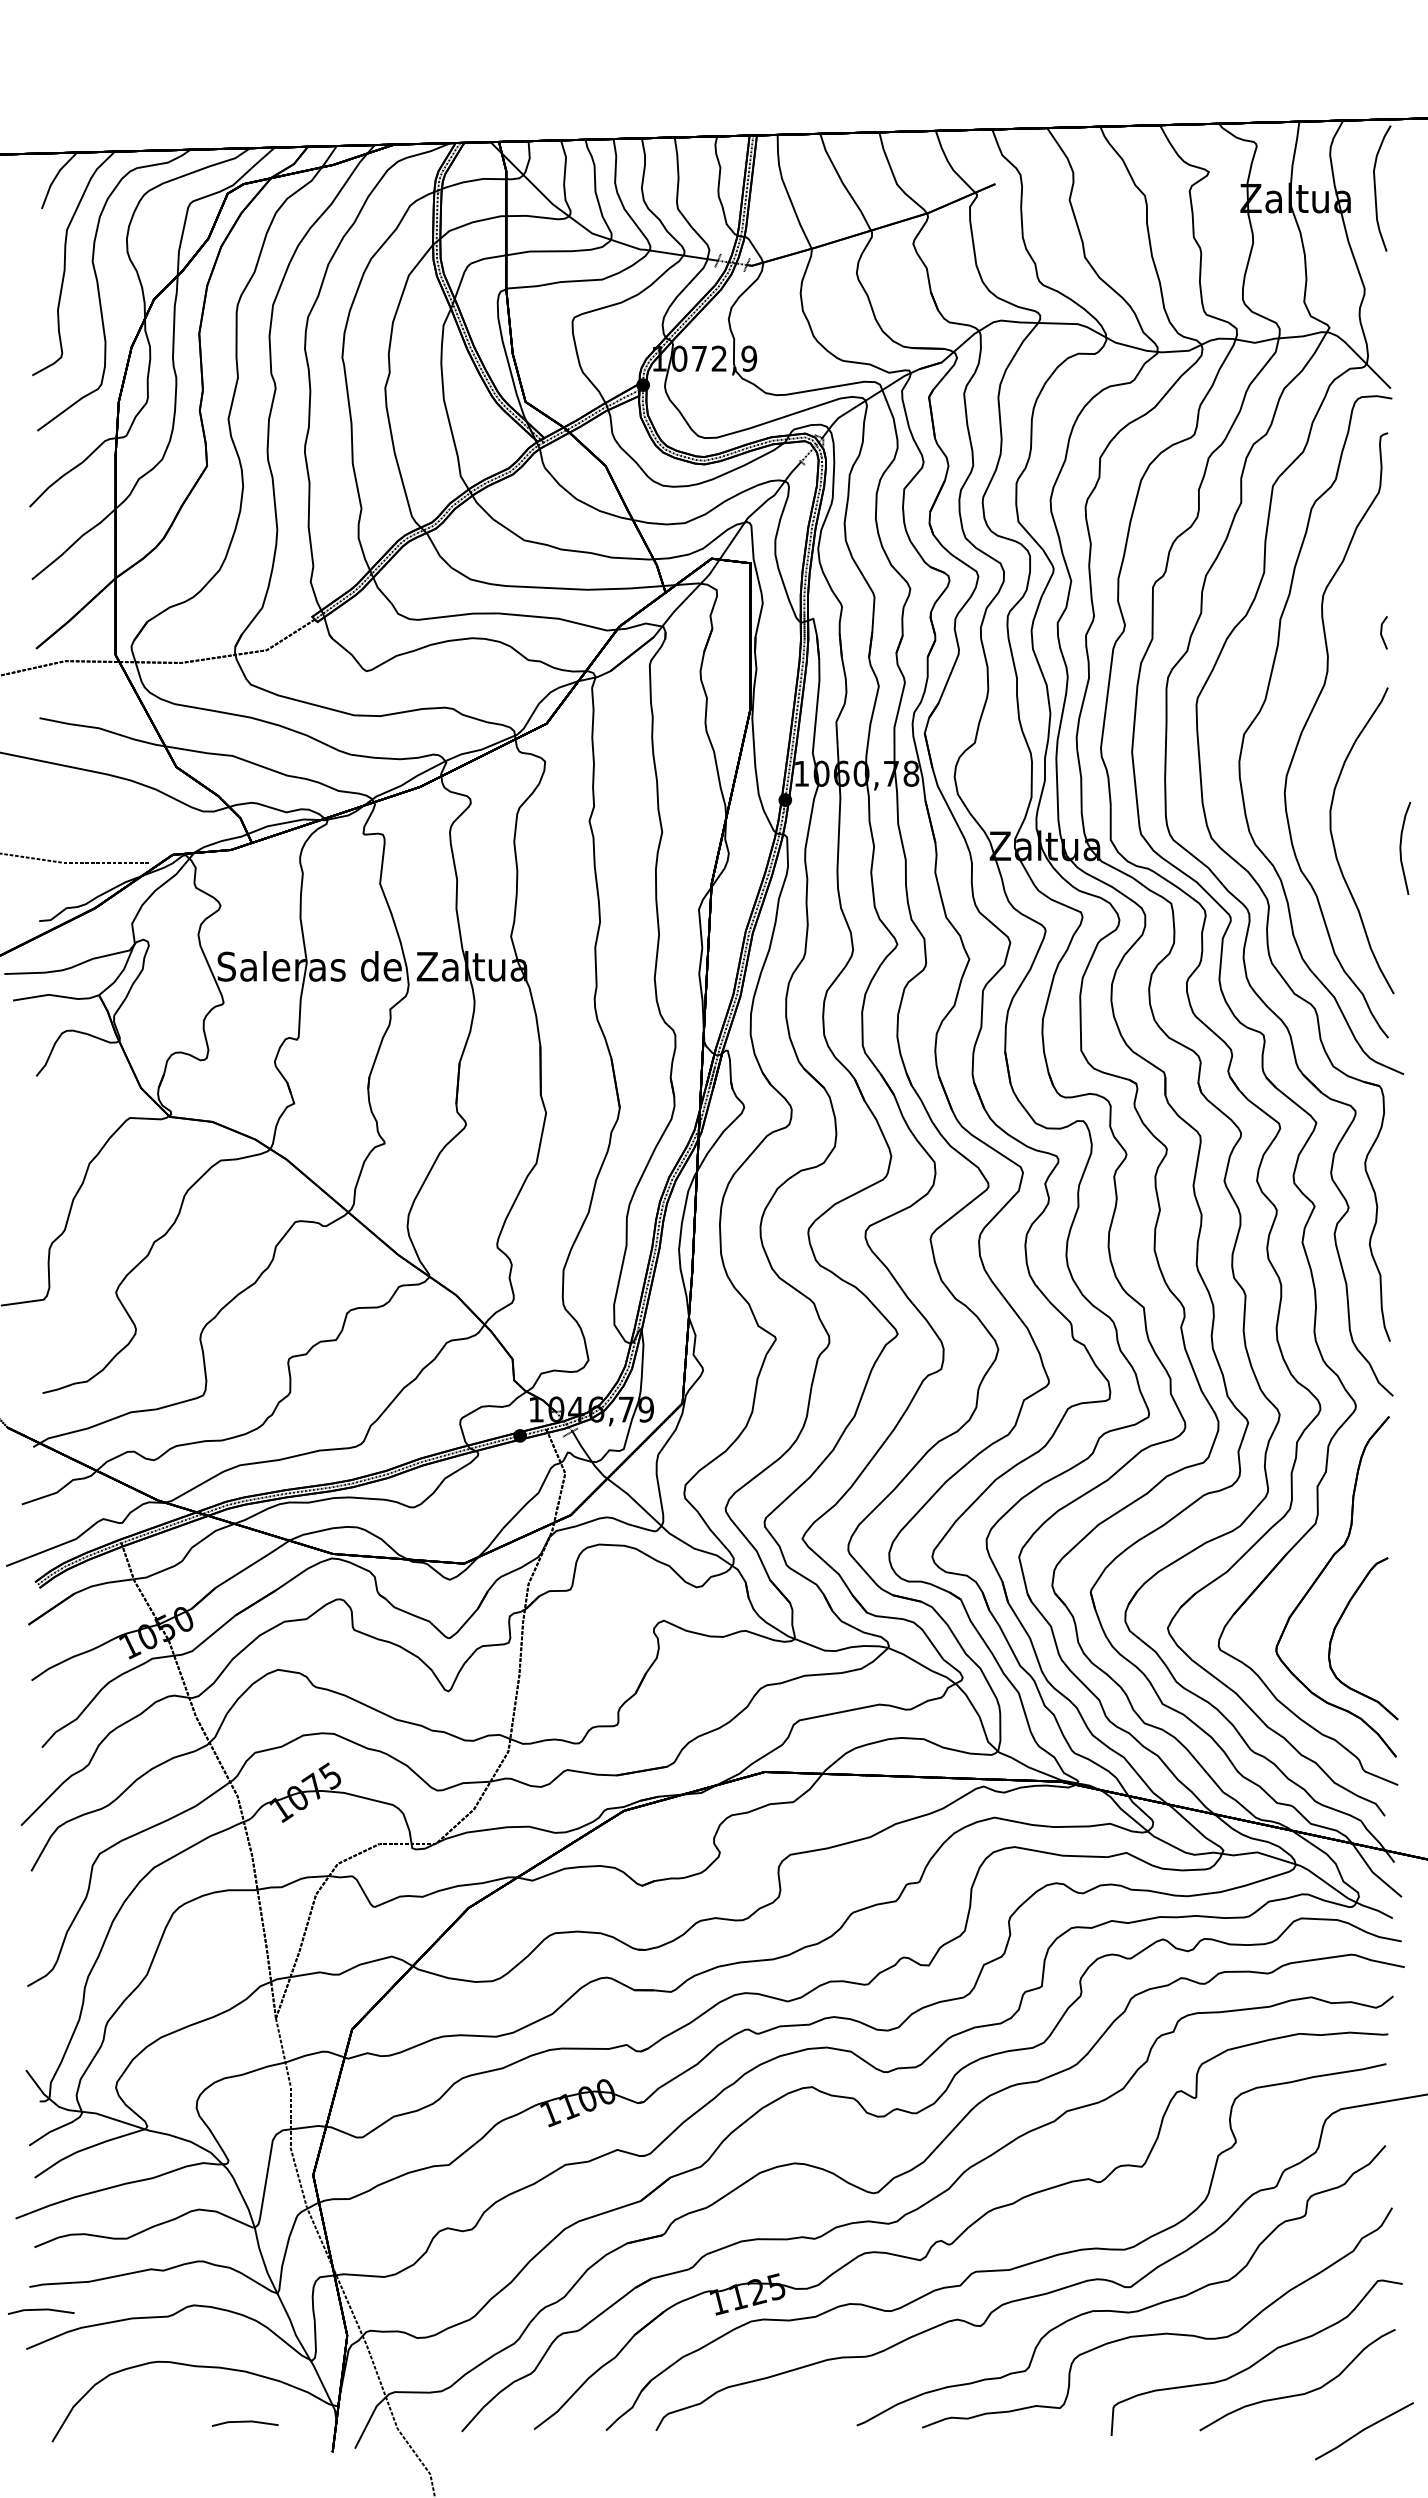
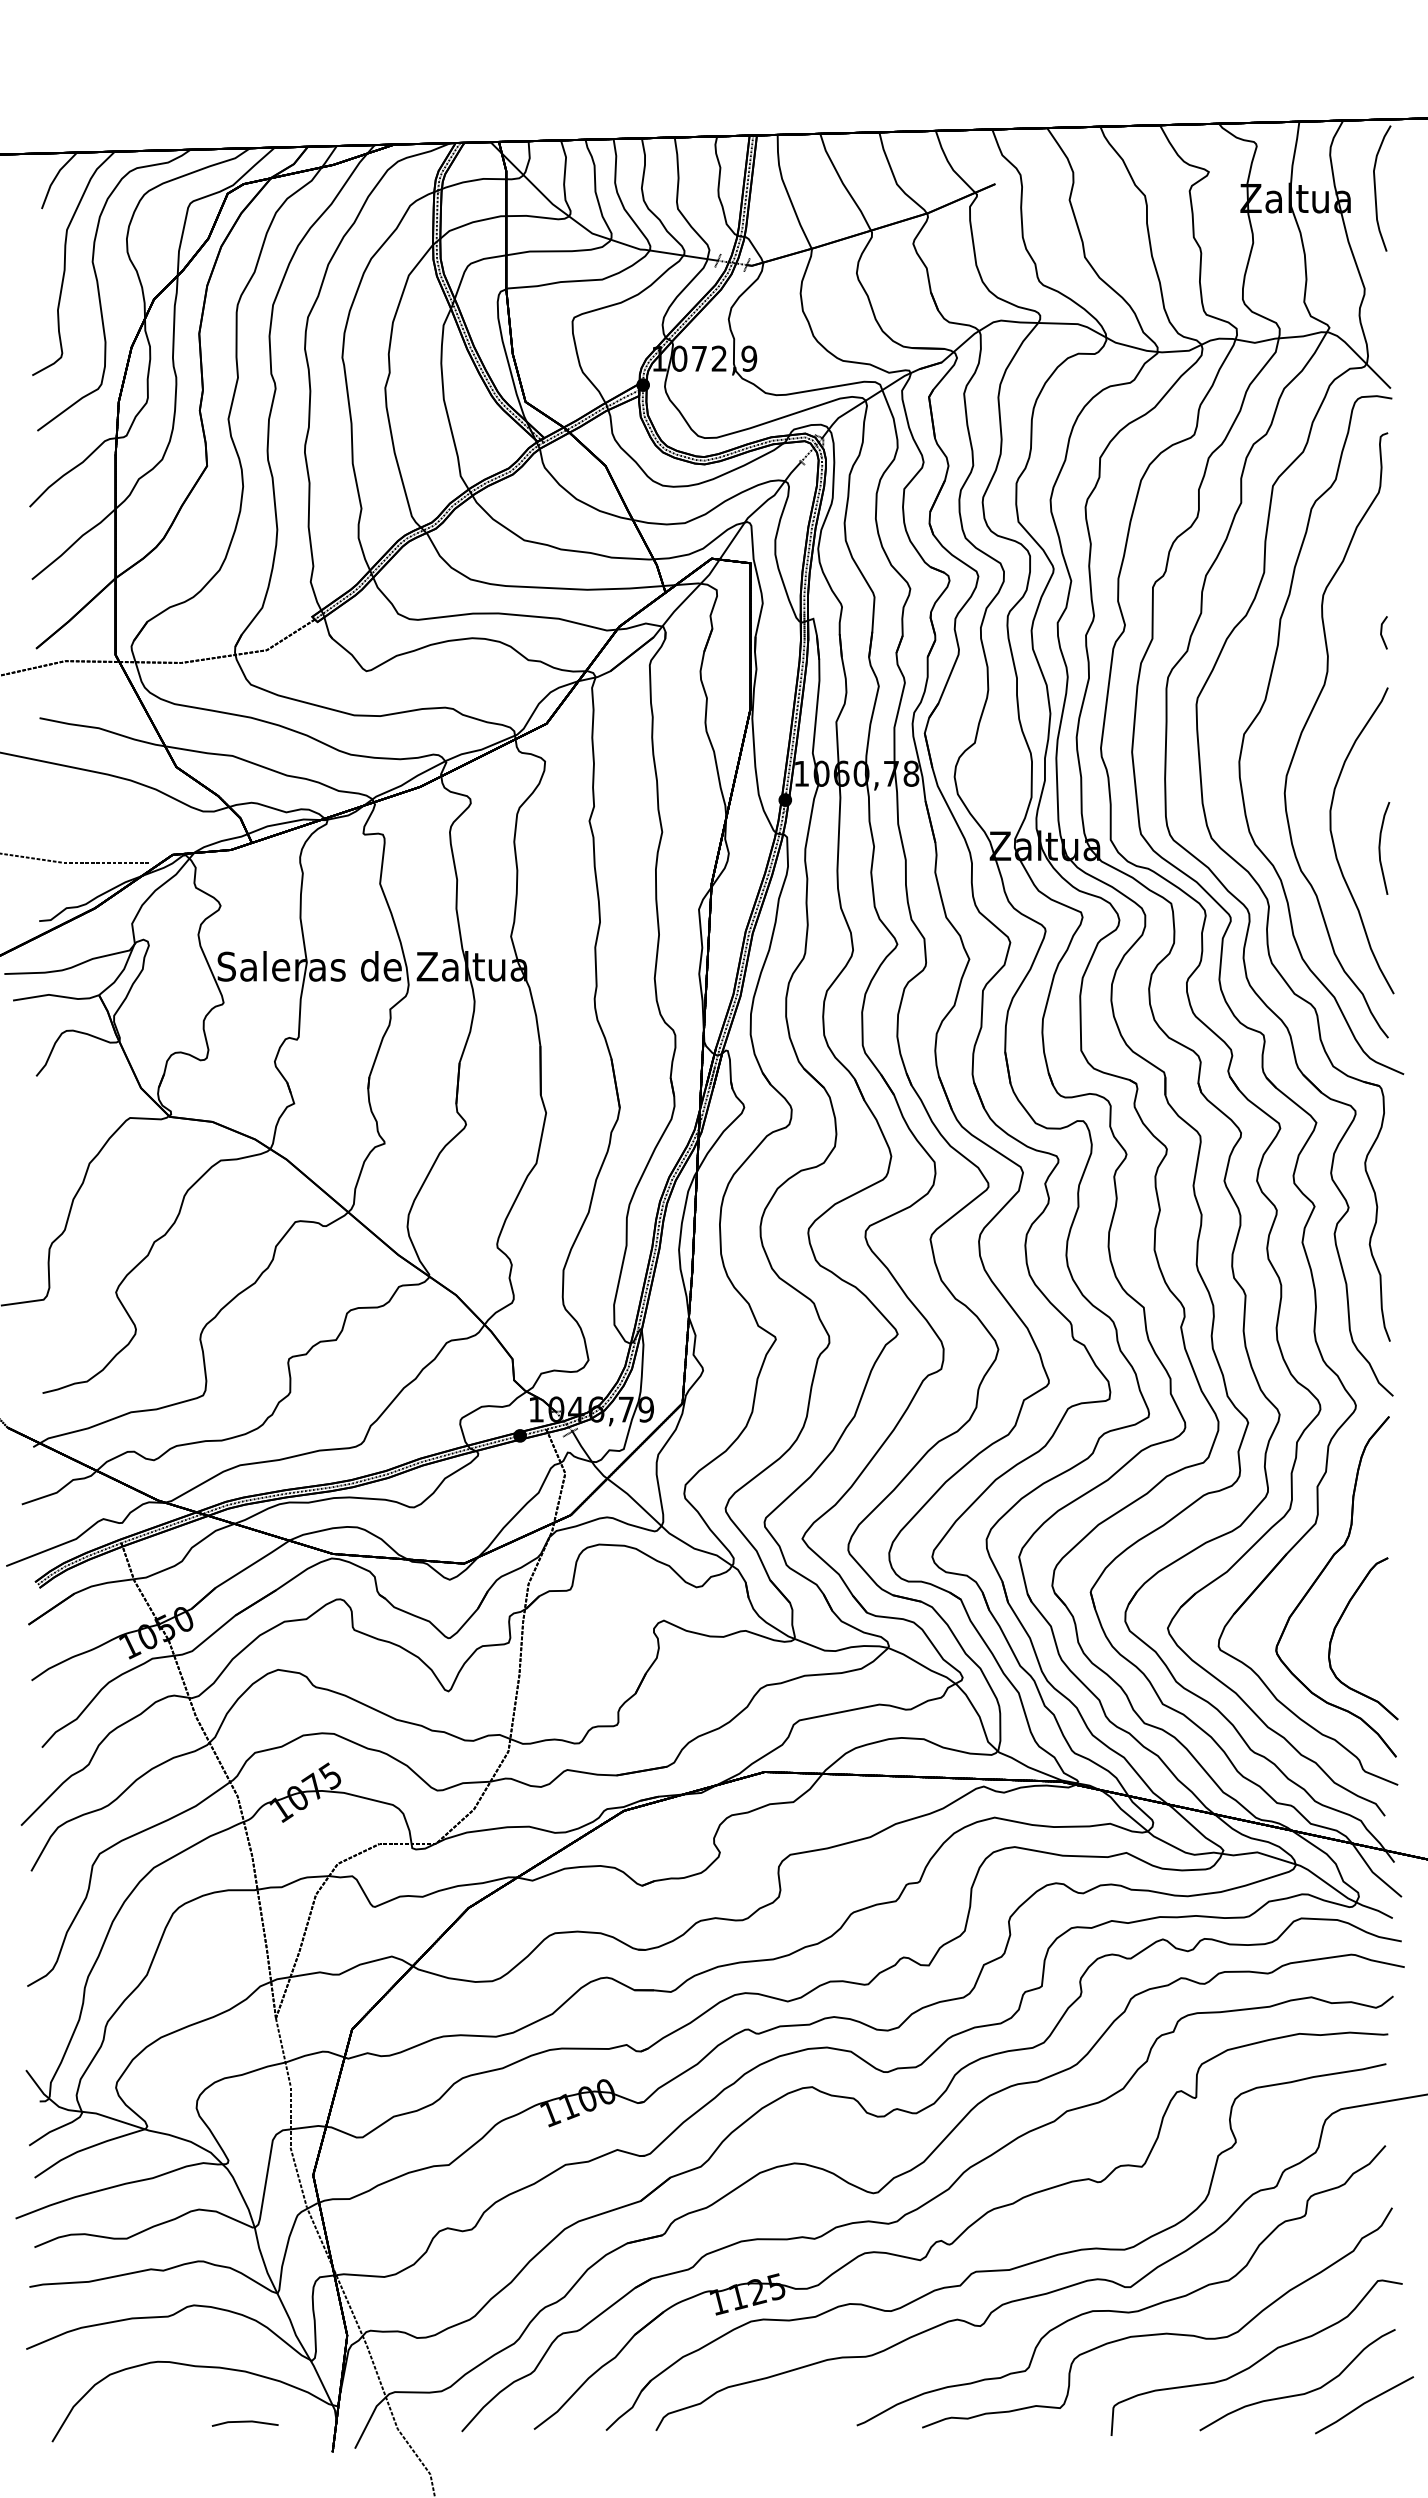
curve at (1401, 848) position: (1401, 848) -> (1380, 848)
line at (40, 2310): present -> none
line at (1364, 2430) position: (1364, 2430) -> (1364, 2404)
